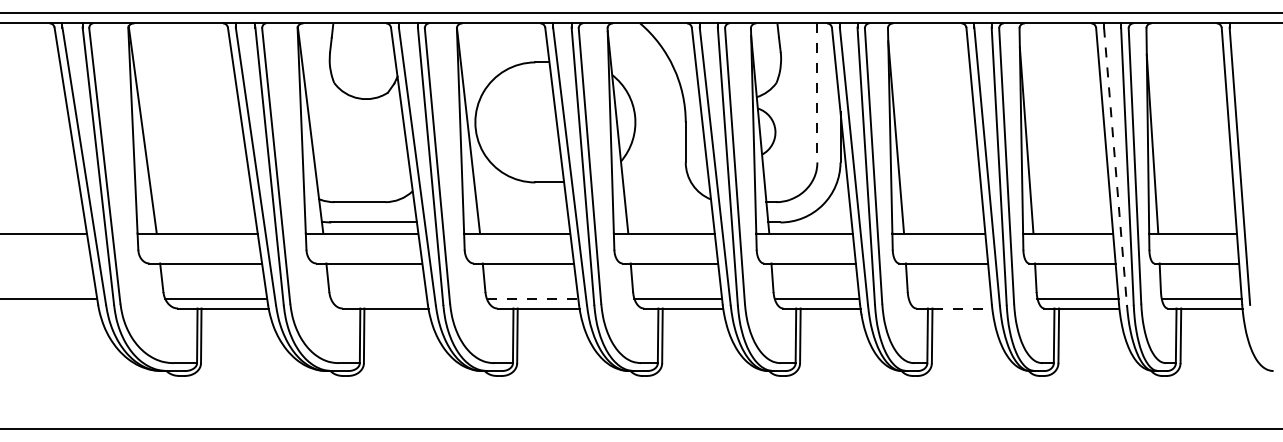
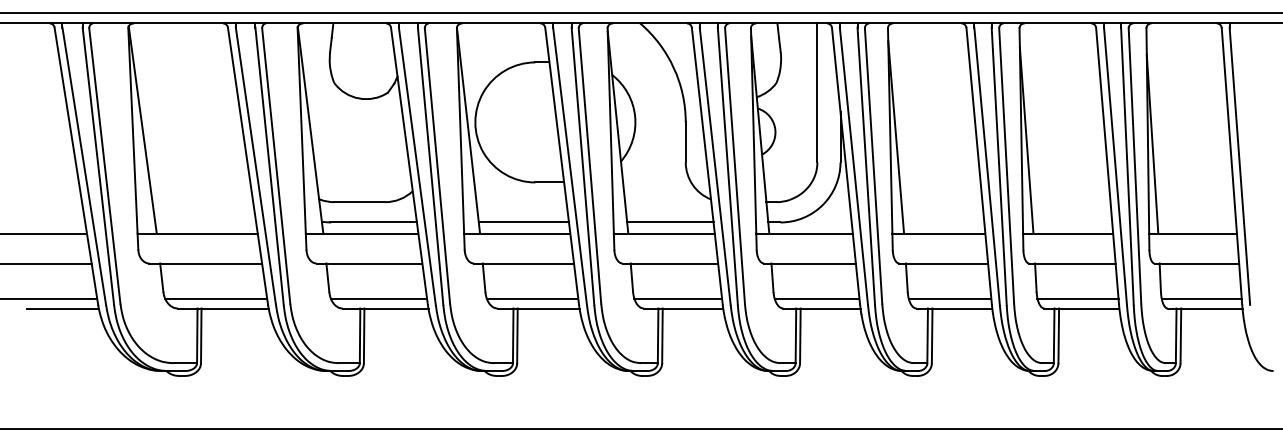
line at (817, 92): dashed -> solid
line at (1115, 166): dashed -> solid
line at (523, 222): none -> present
line at (670, 222): none -> present
line at (46, 263): none -> present
line at (378, 298): none -> present
line at (532, 298): dashed -> solid
line at (949, 298): none -> present
line at (62, 308): none -> present
line at (962, 308): dashed -> solid
